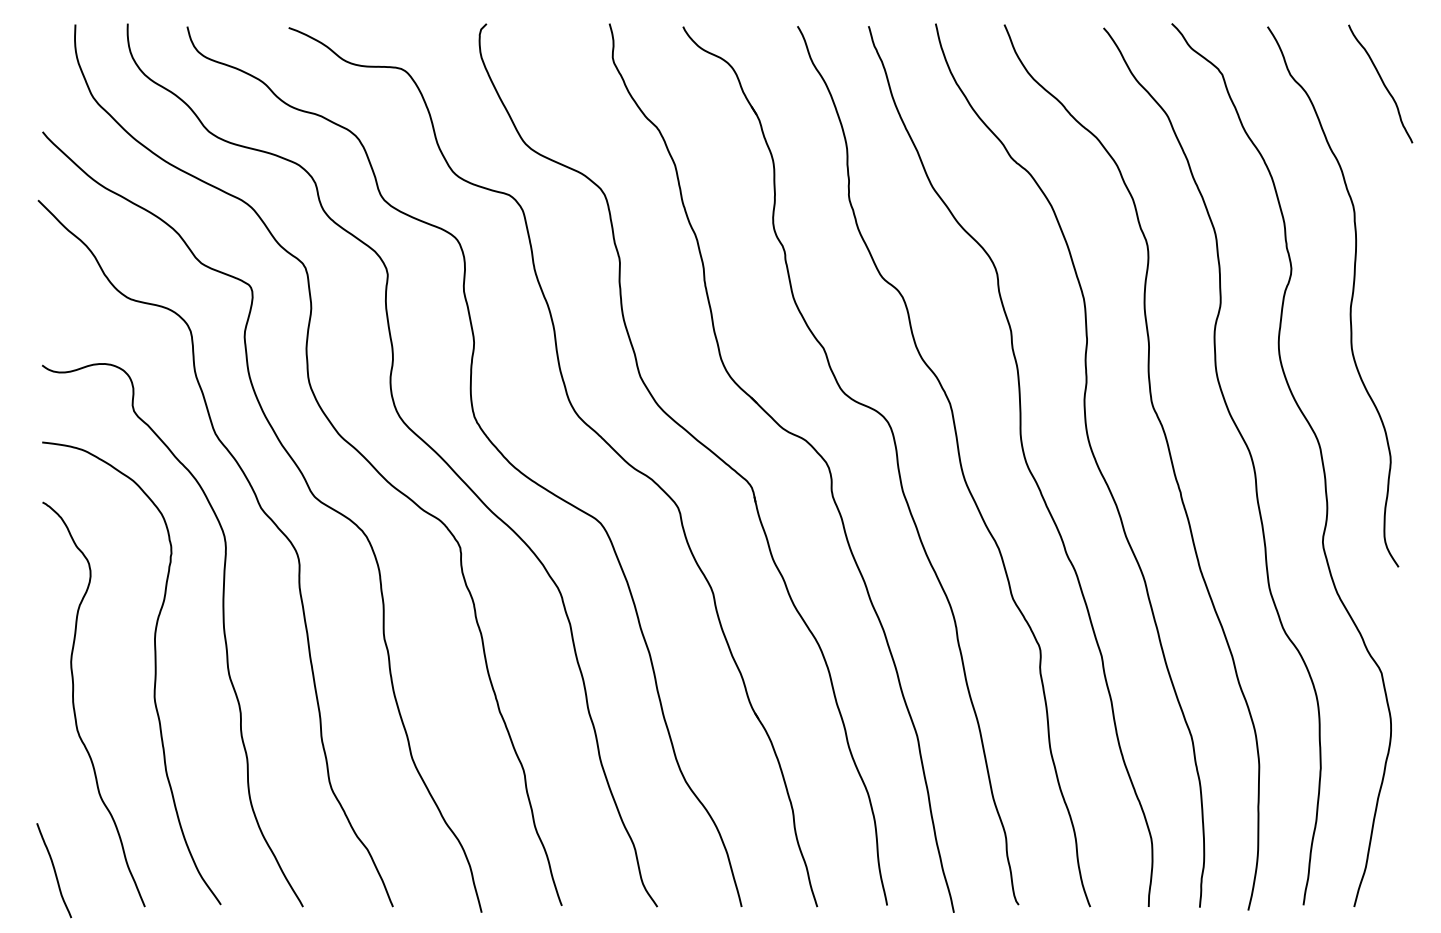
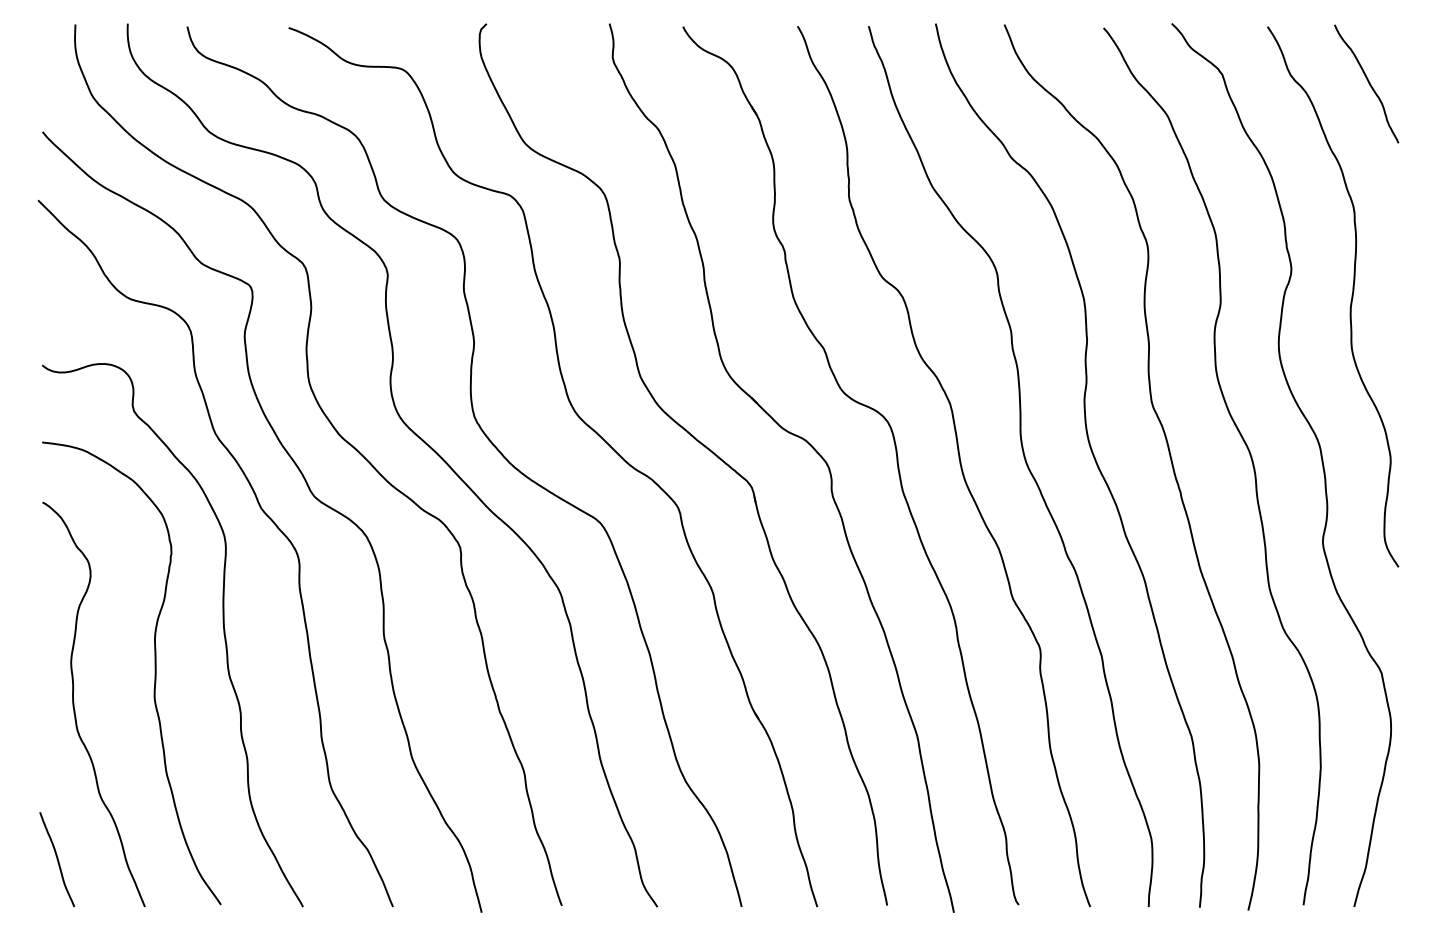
curve at (1382, 83) position: (1382, 83) -> (1368, 83)
curve at (54, 870) position: (54, 870) -> (57, 859)
